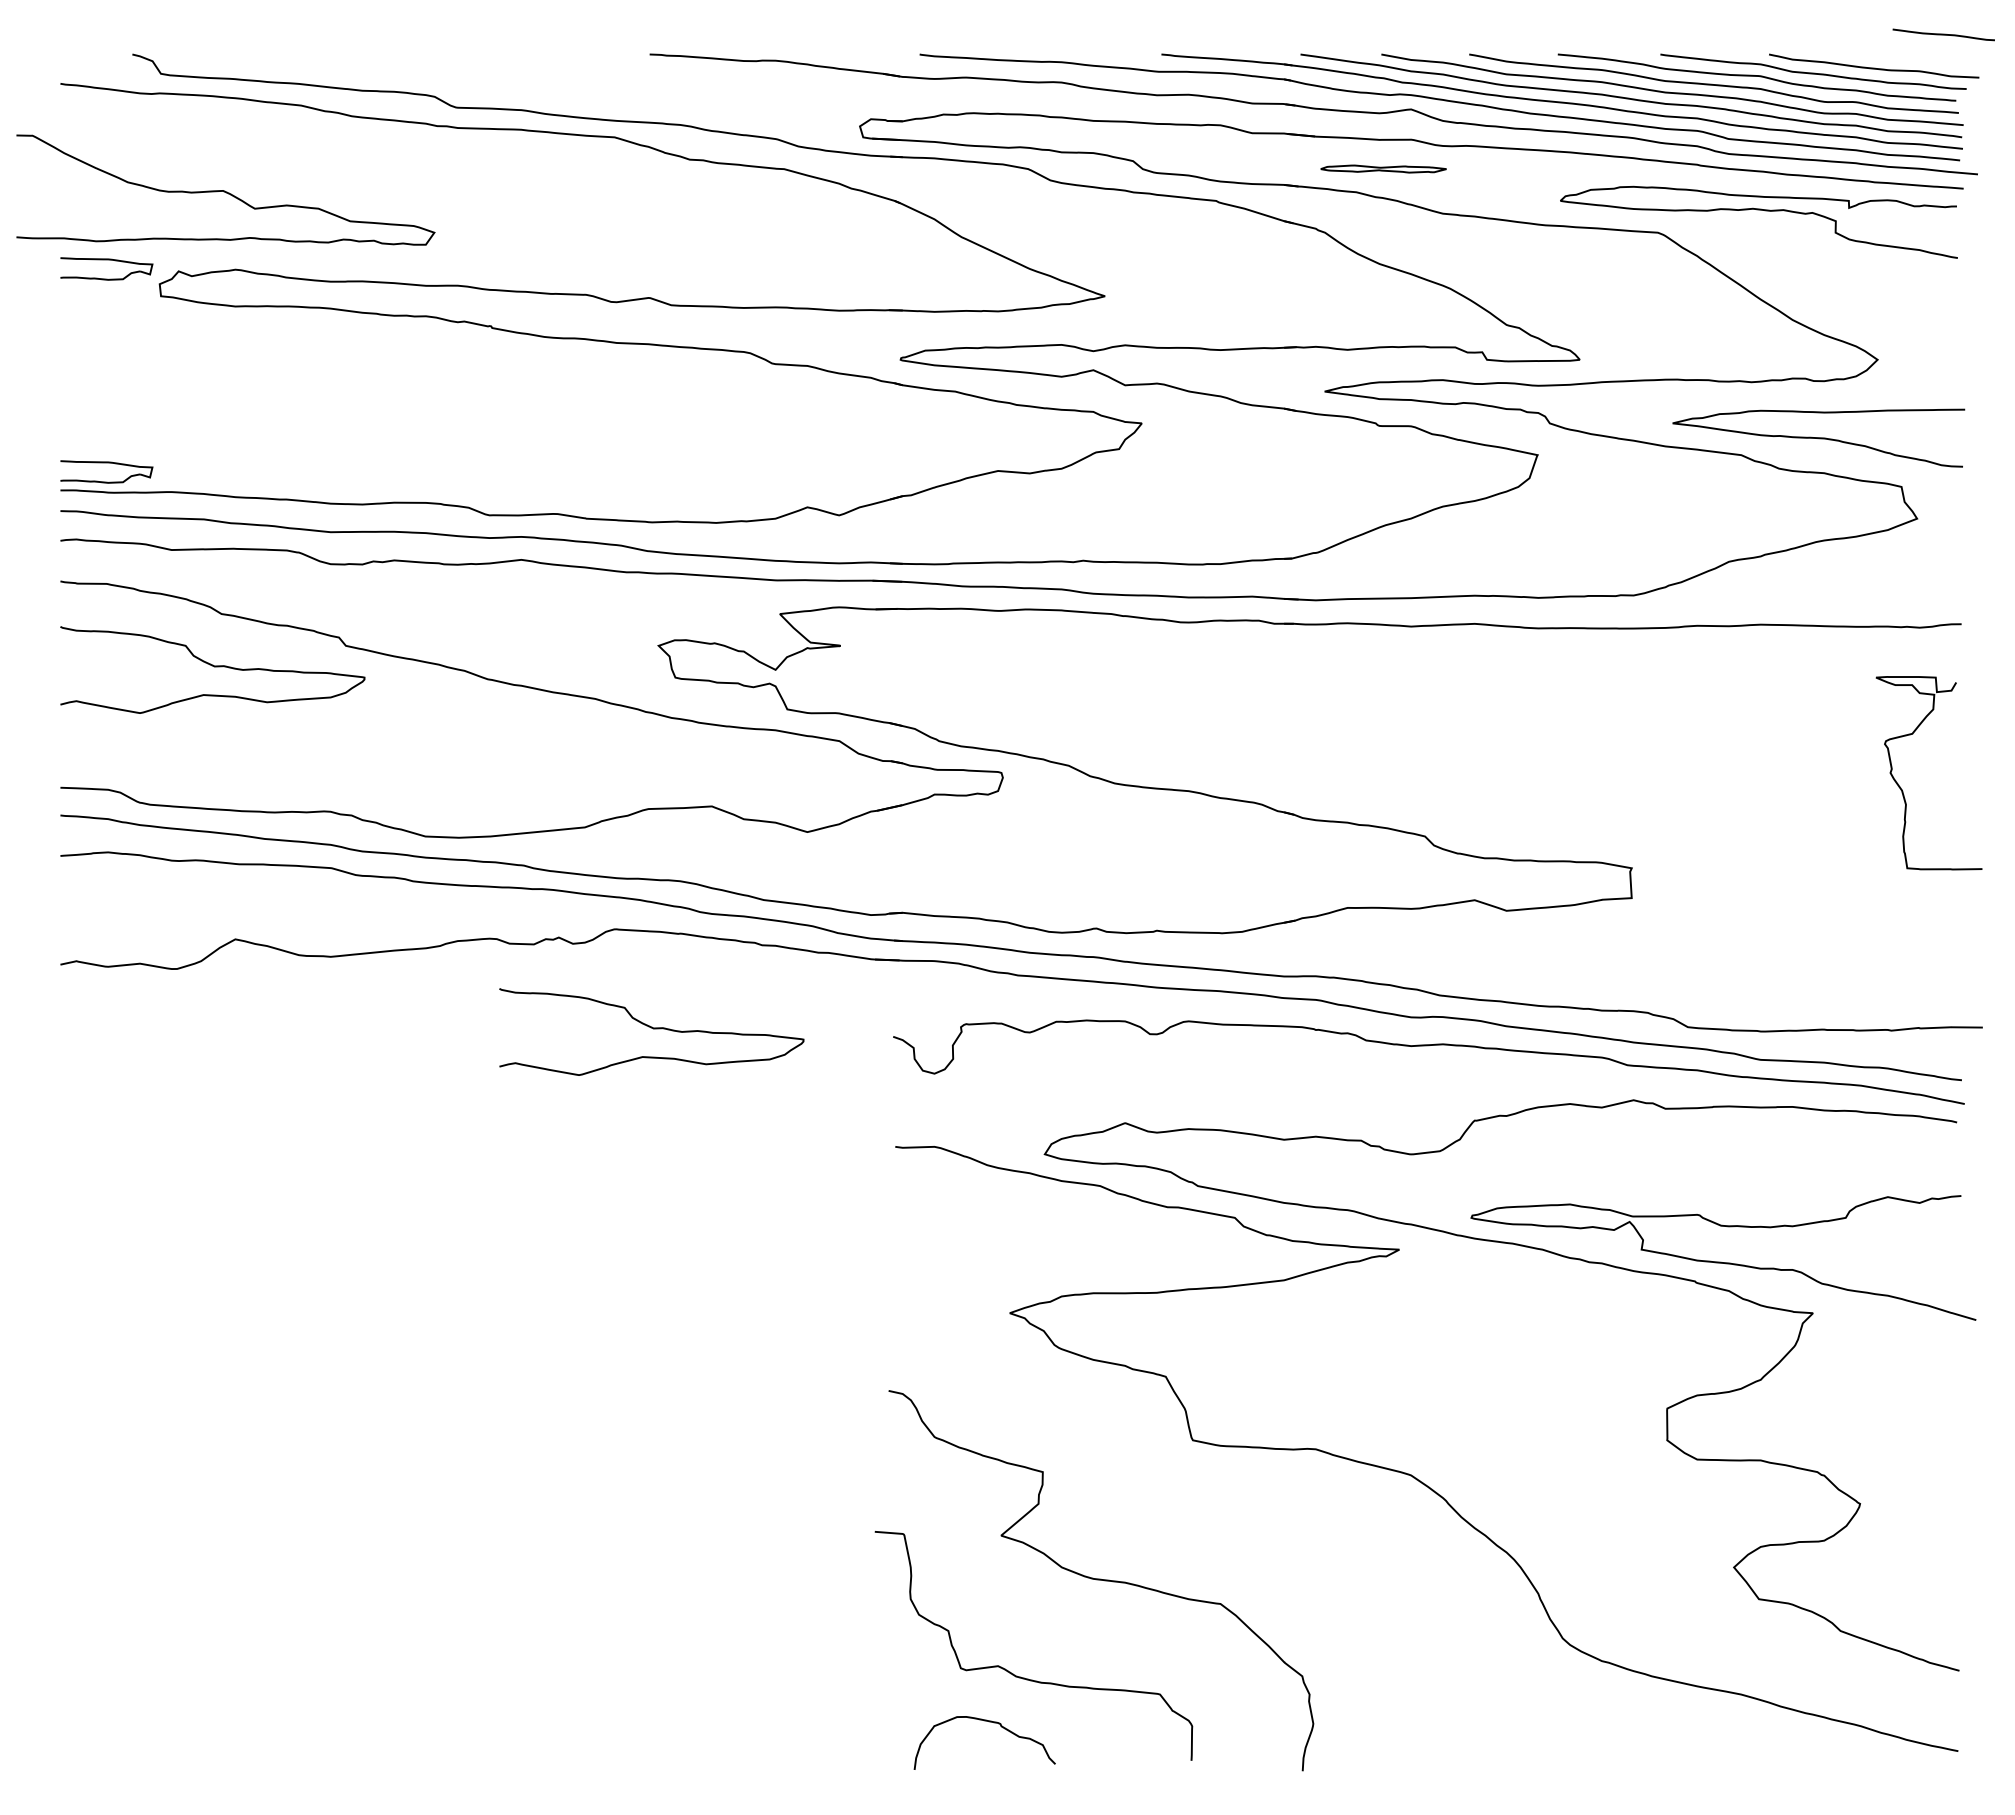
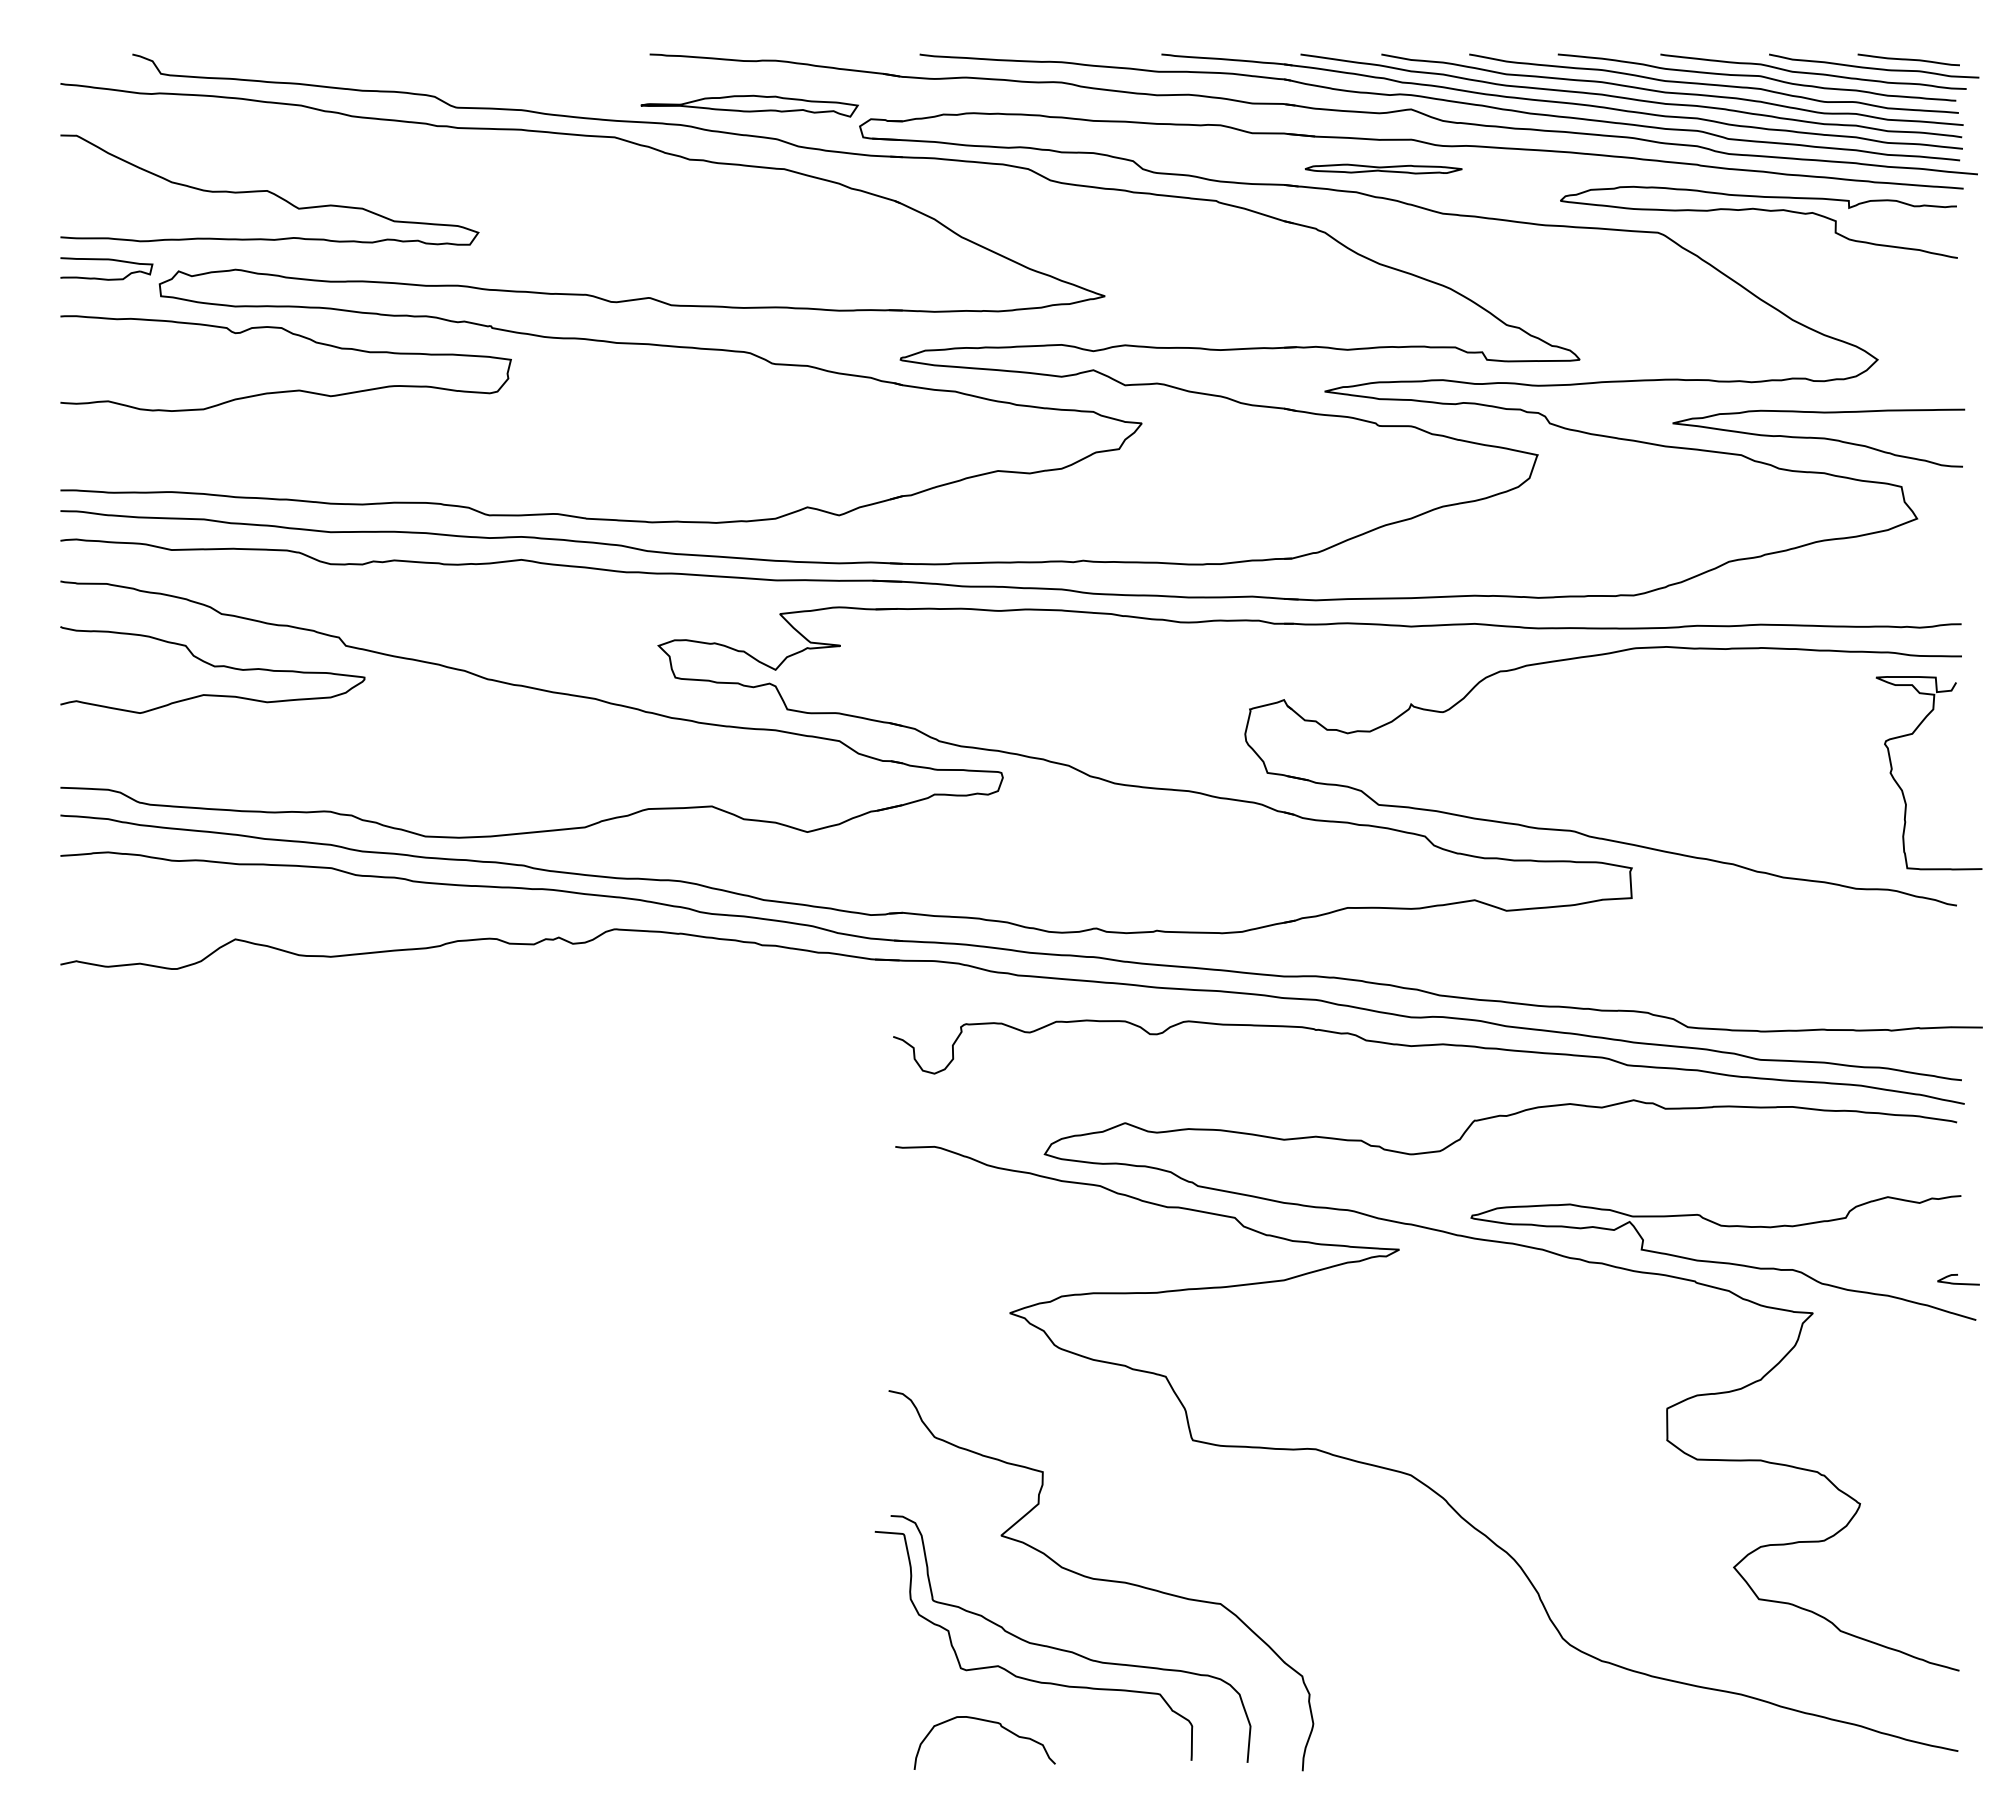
curve at (1943, 34) position: (1943, 34) -> (1908, 59)
part at (749, 105): none -> present
part at (1383, 168) size: 127x10 px -> 159x12 px
curve at (224, 190) position: (224, 190) -> (268, 190)
curve at (285, 390): none -> present
part at (106, 463): present -> none
part at (1584, 833): none -> present
curve at (653, 1029): present -> none
curve at (1958, 1283): none -> present
curve at (1069, 1650): none -> present
